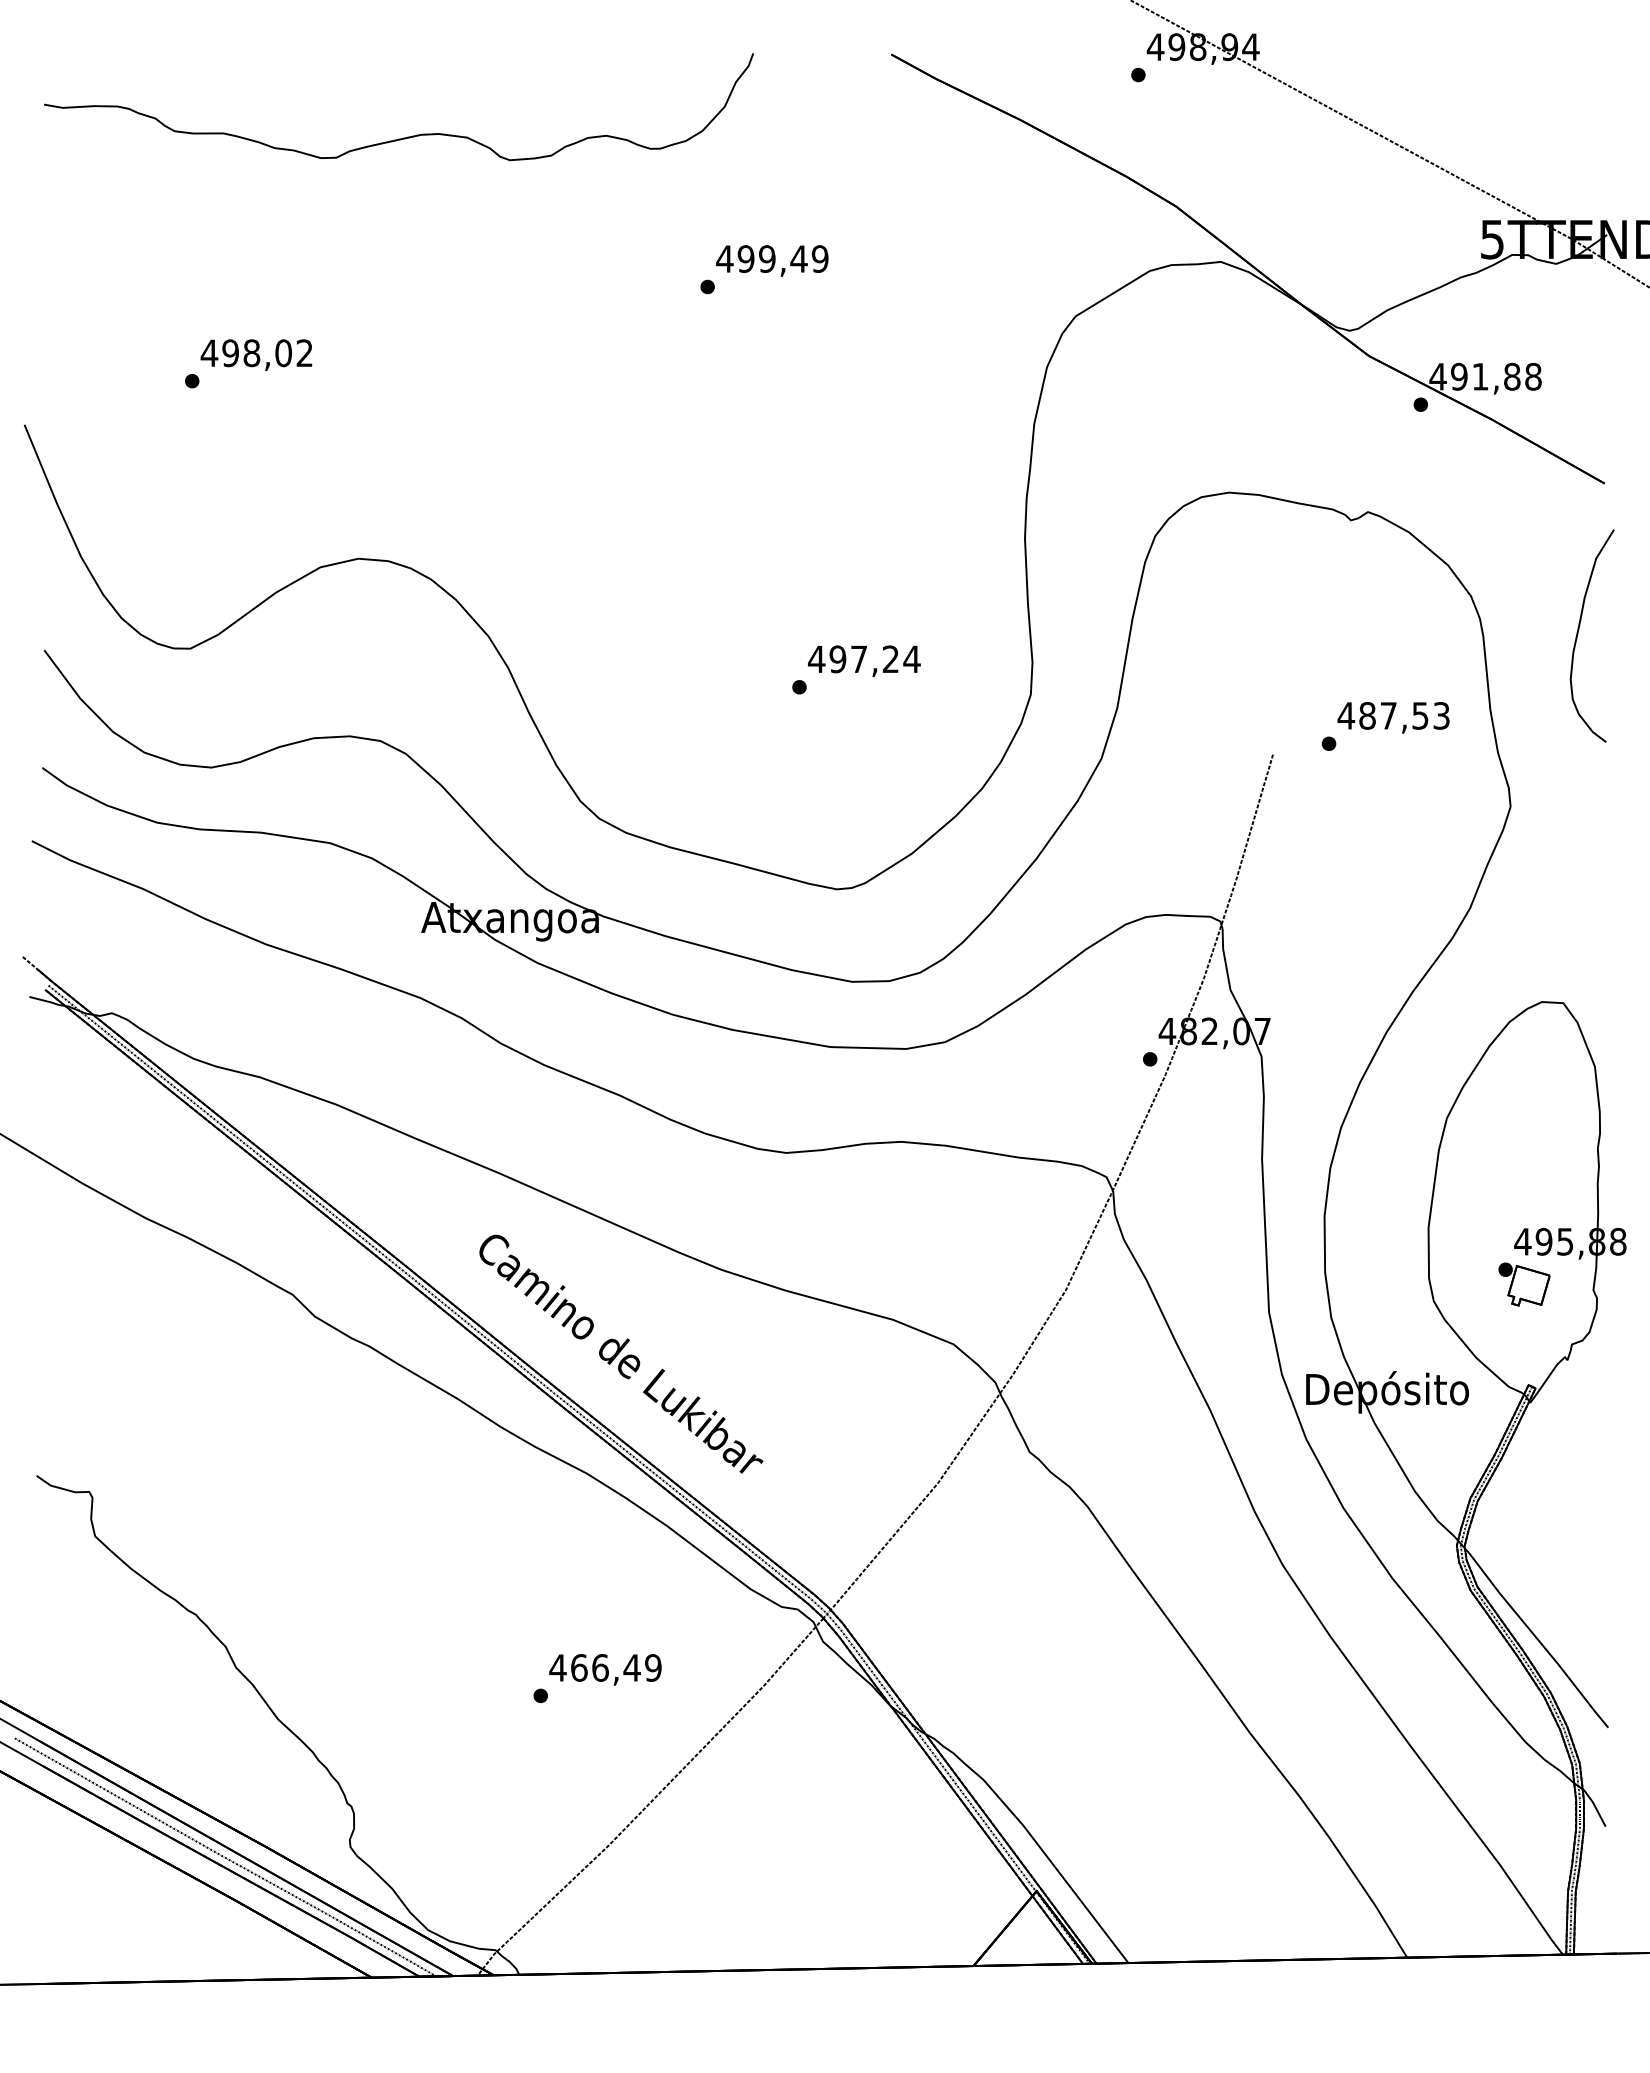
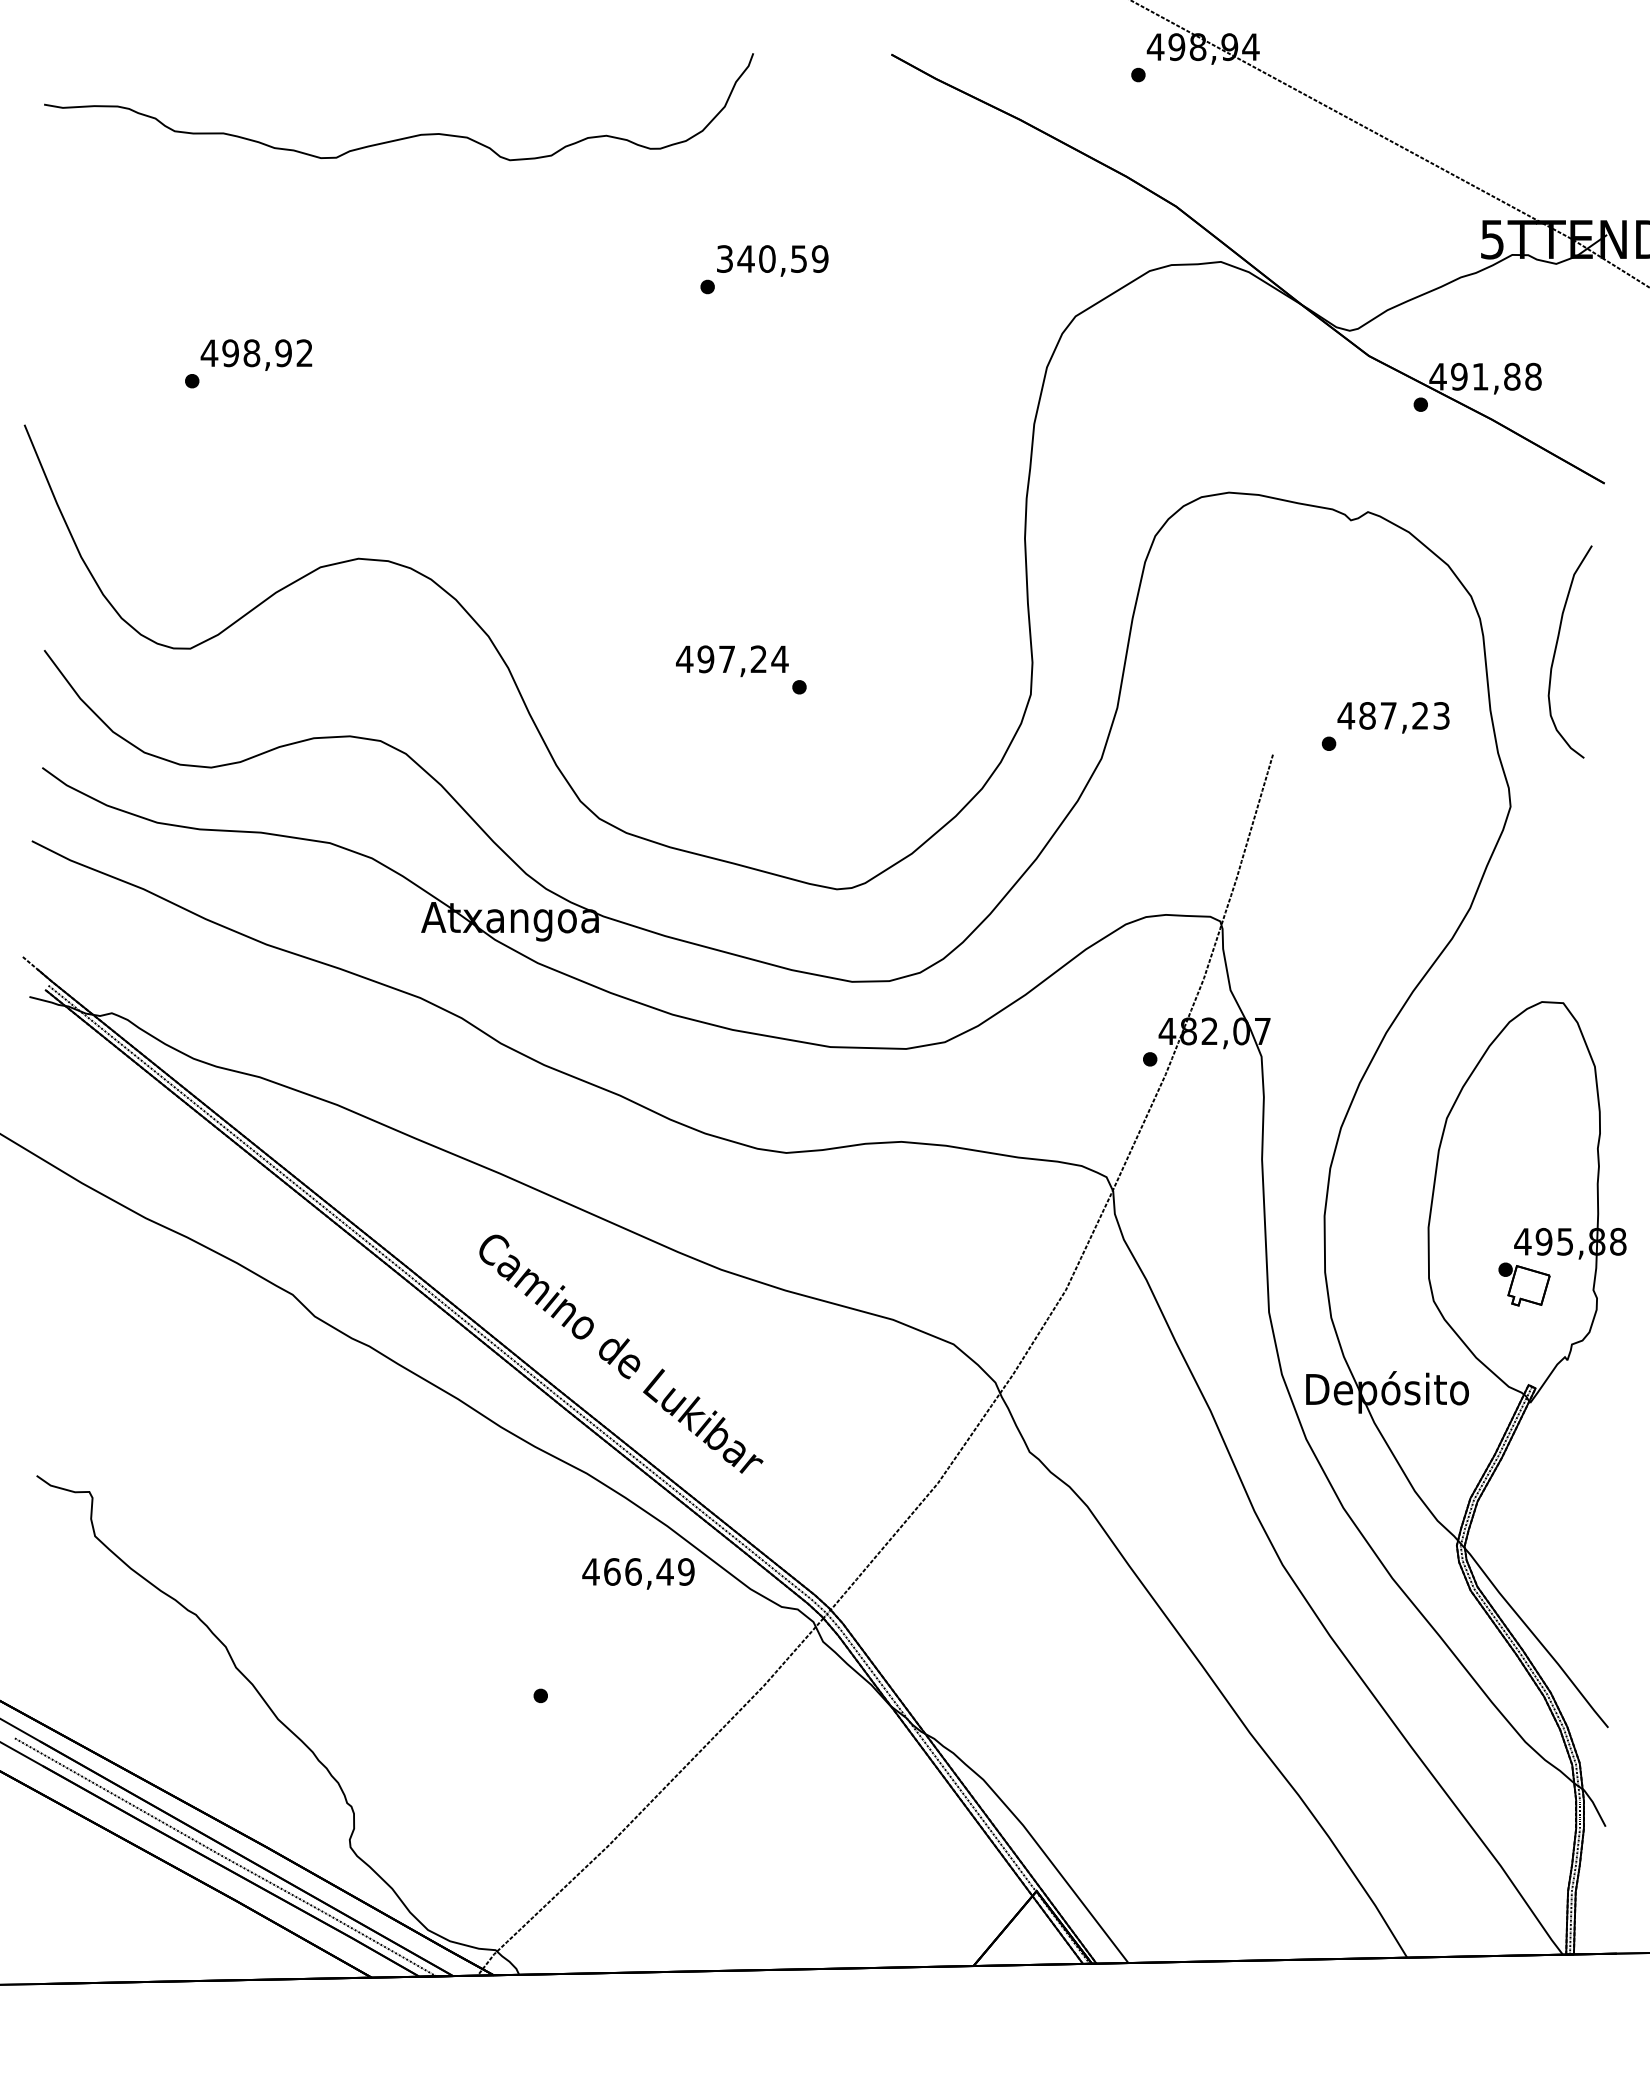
text at (761, 258): 499,49 -> 340,59
text at (283, 353): 498,02 -> 498,92
curve at (1578, 634) position: (1578, 634) -> (1556, 650)
text at (864, 661) position: (864, 661) -> (732, 661)
text at (1420, 715): 487,53 -> 487,23
text at (605, 1669) position: (605, 1669) -> (638, 1573)
